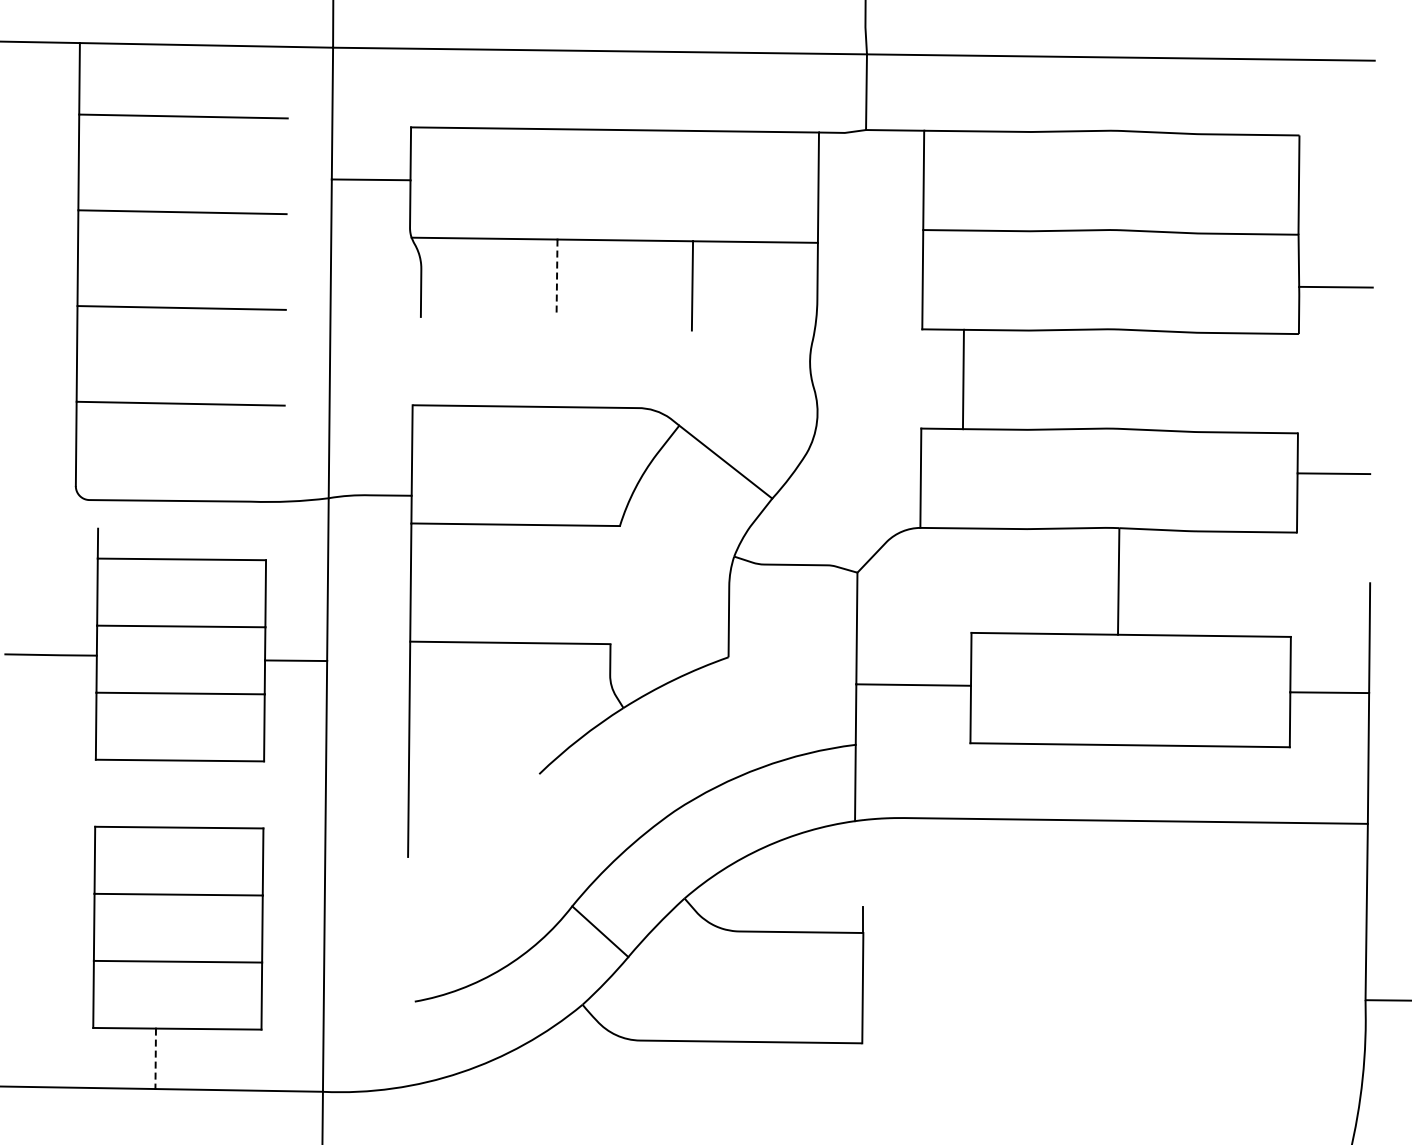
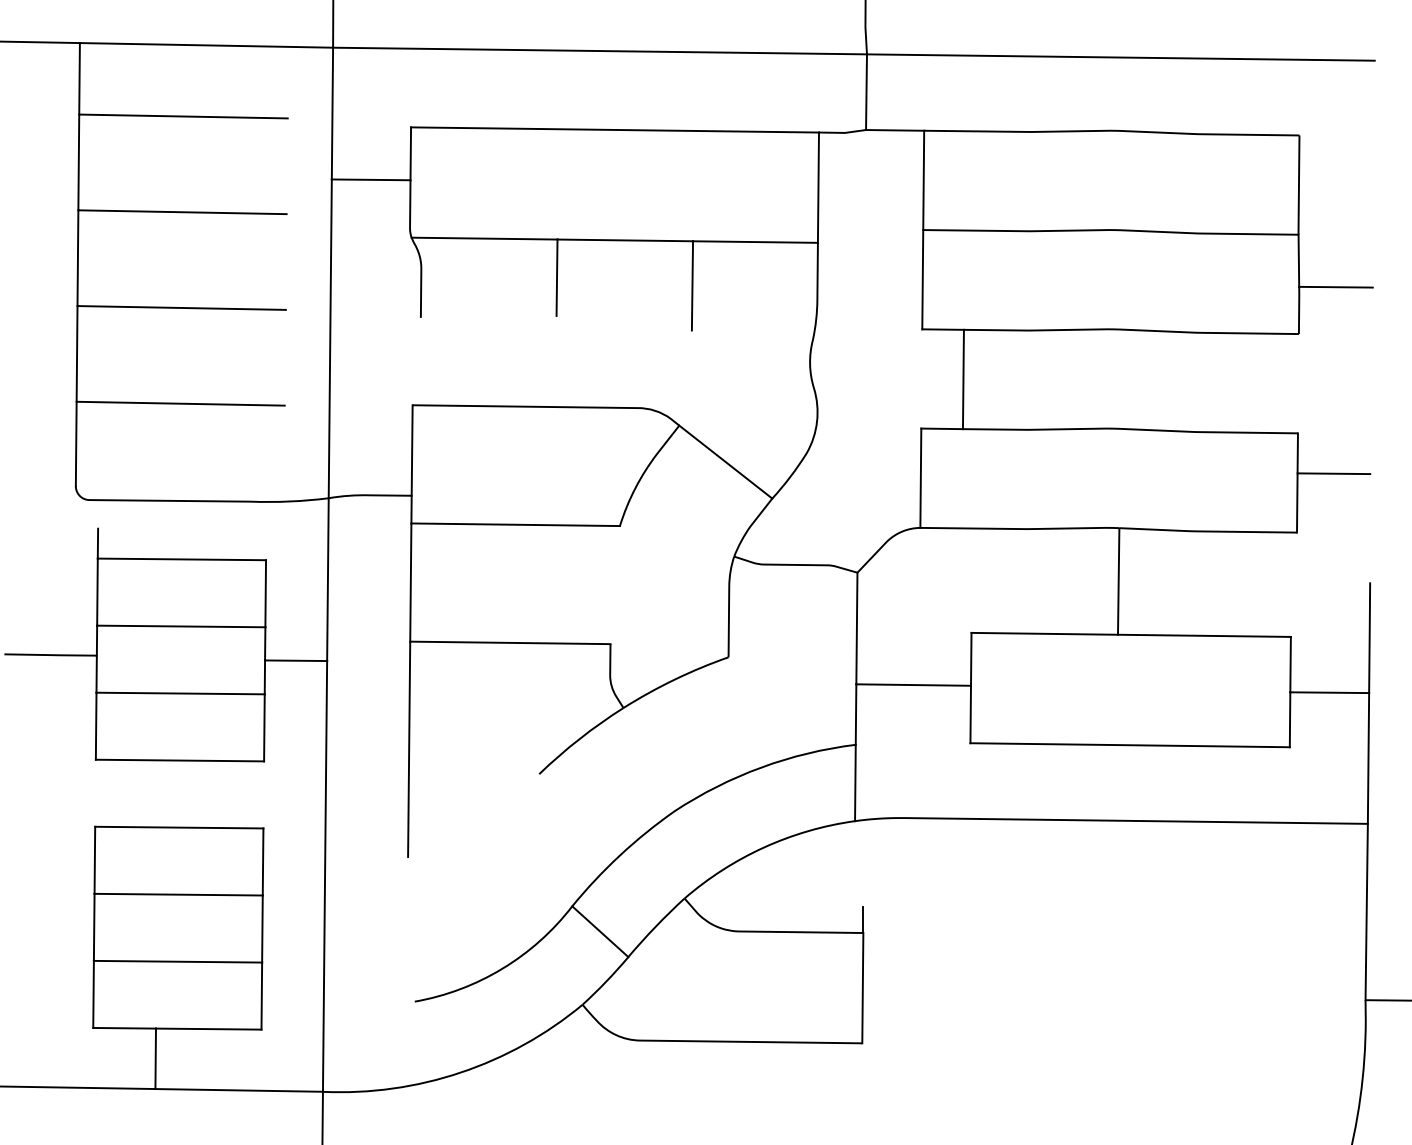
line at (557, 278): dashed -> solid
line at (155, 1059): dashed -> solid
